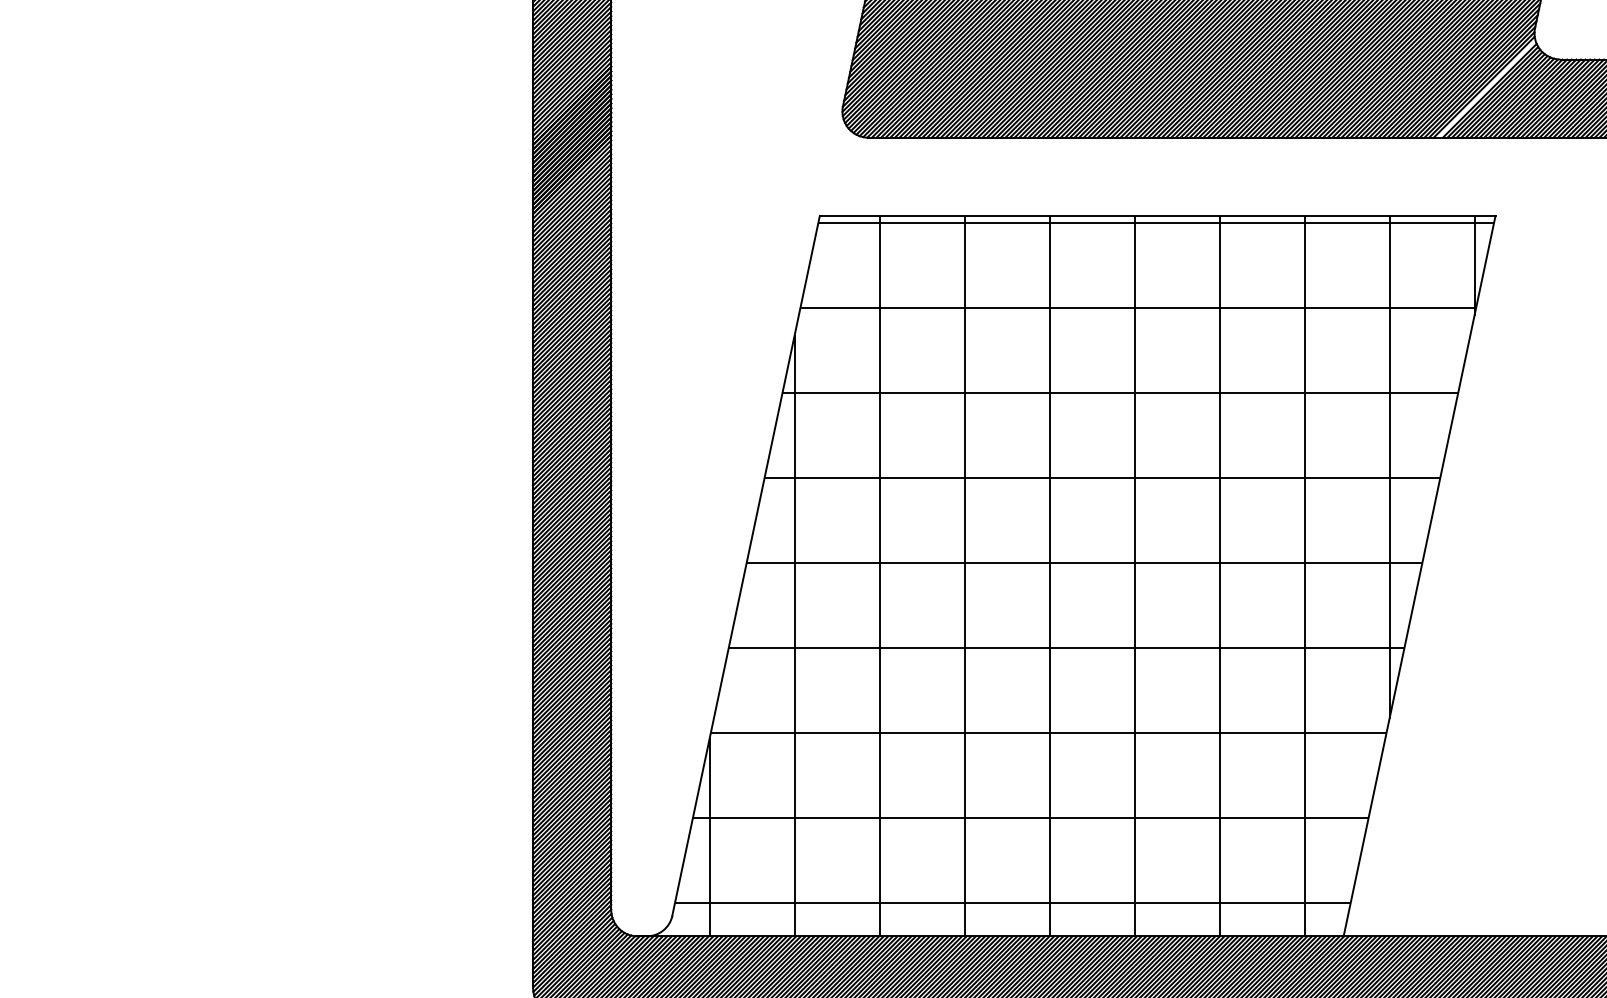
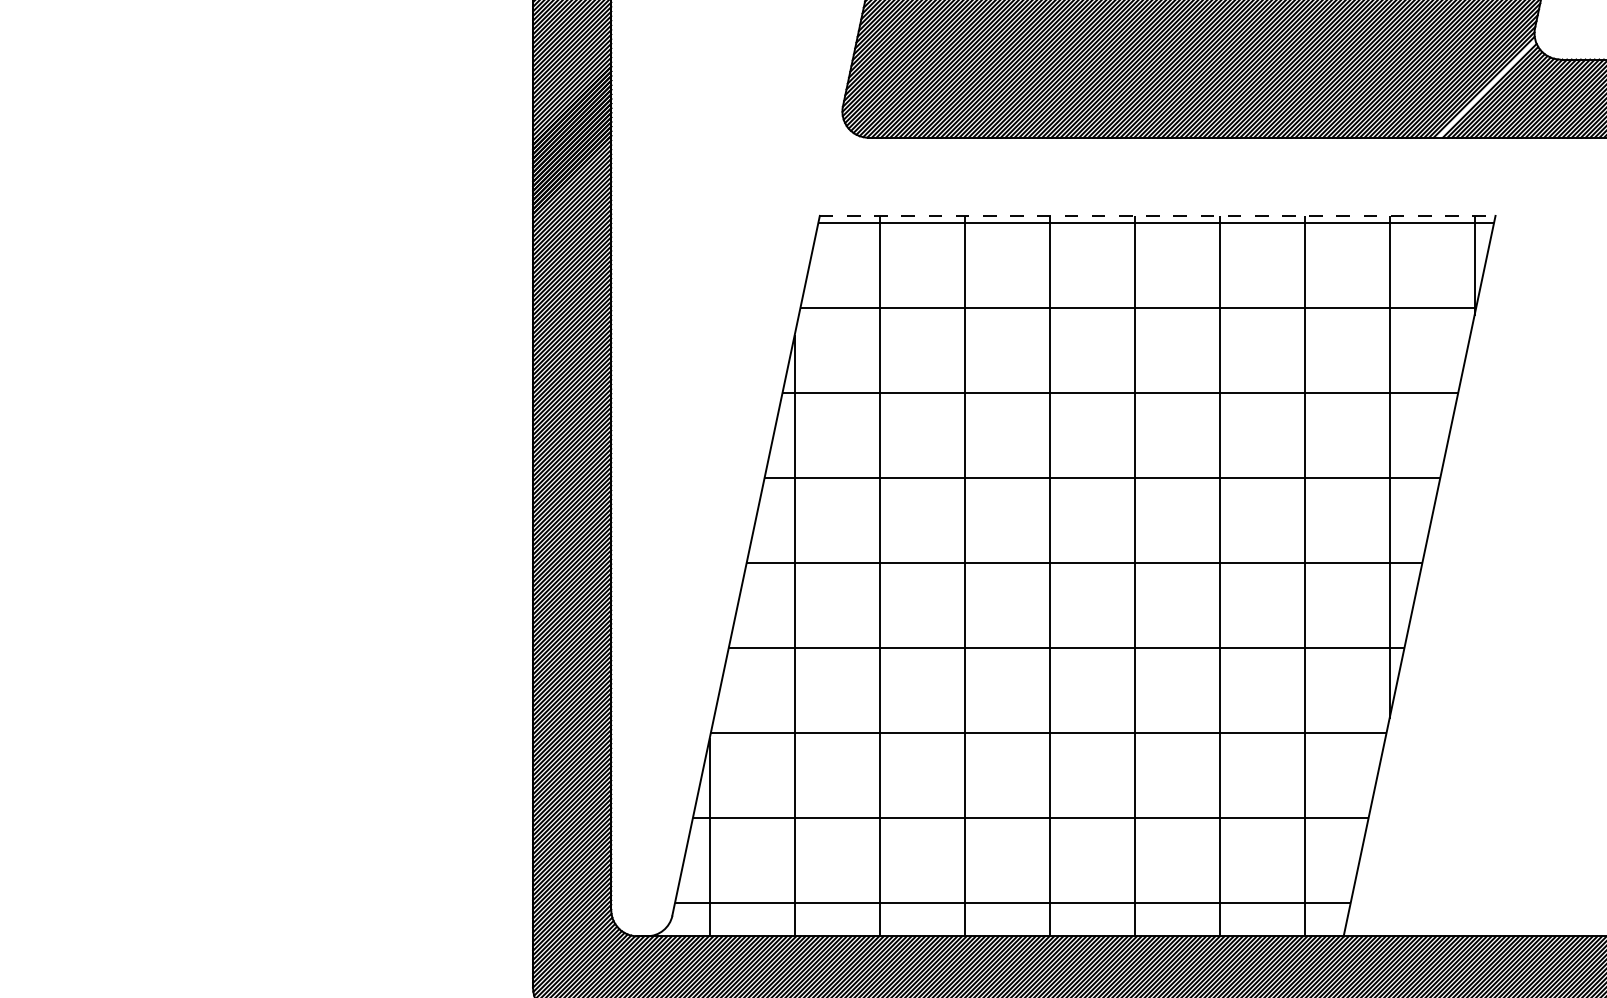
line at (1157, 215): solid -> dashed
